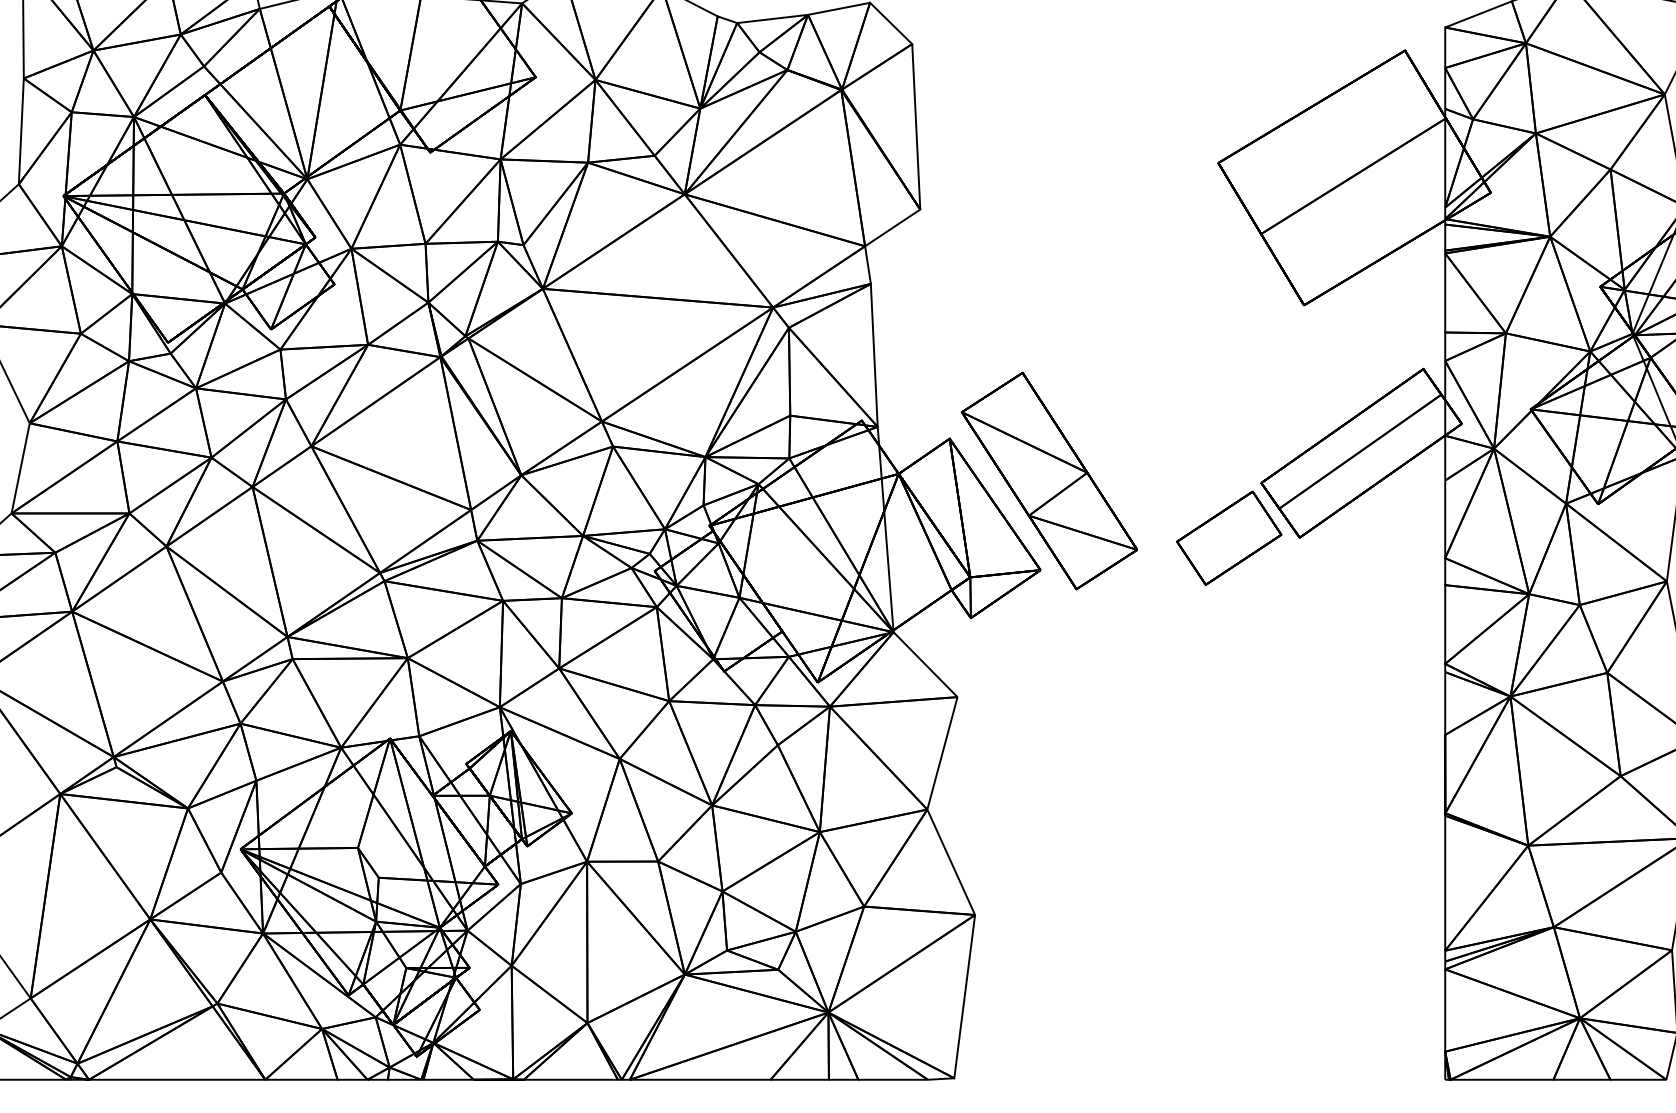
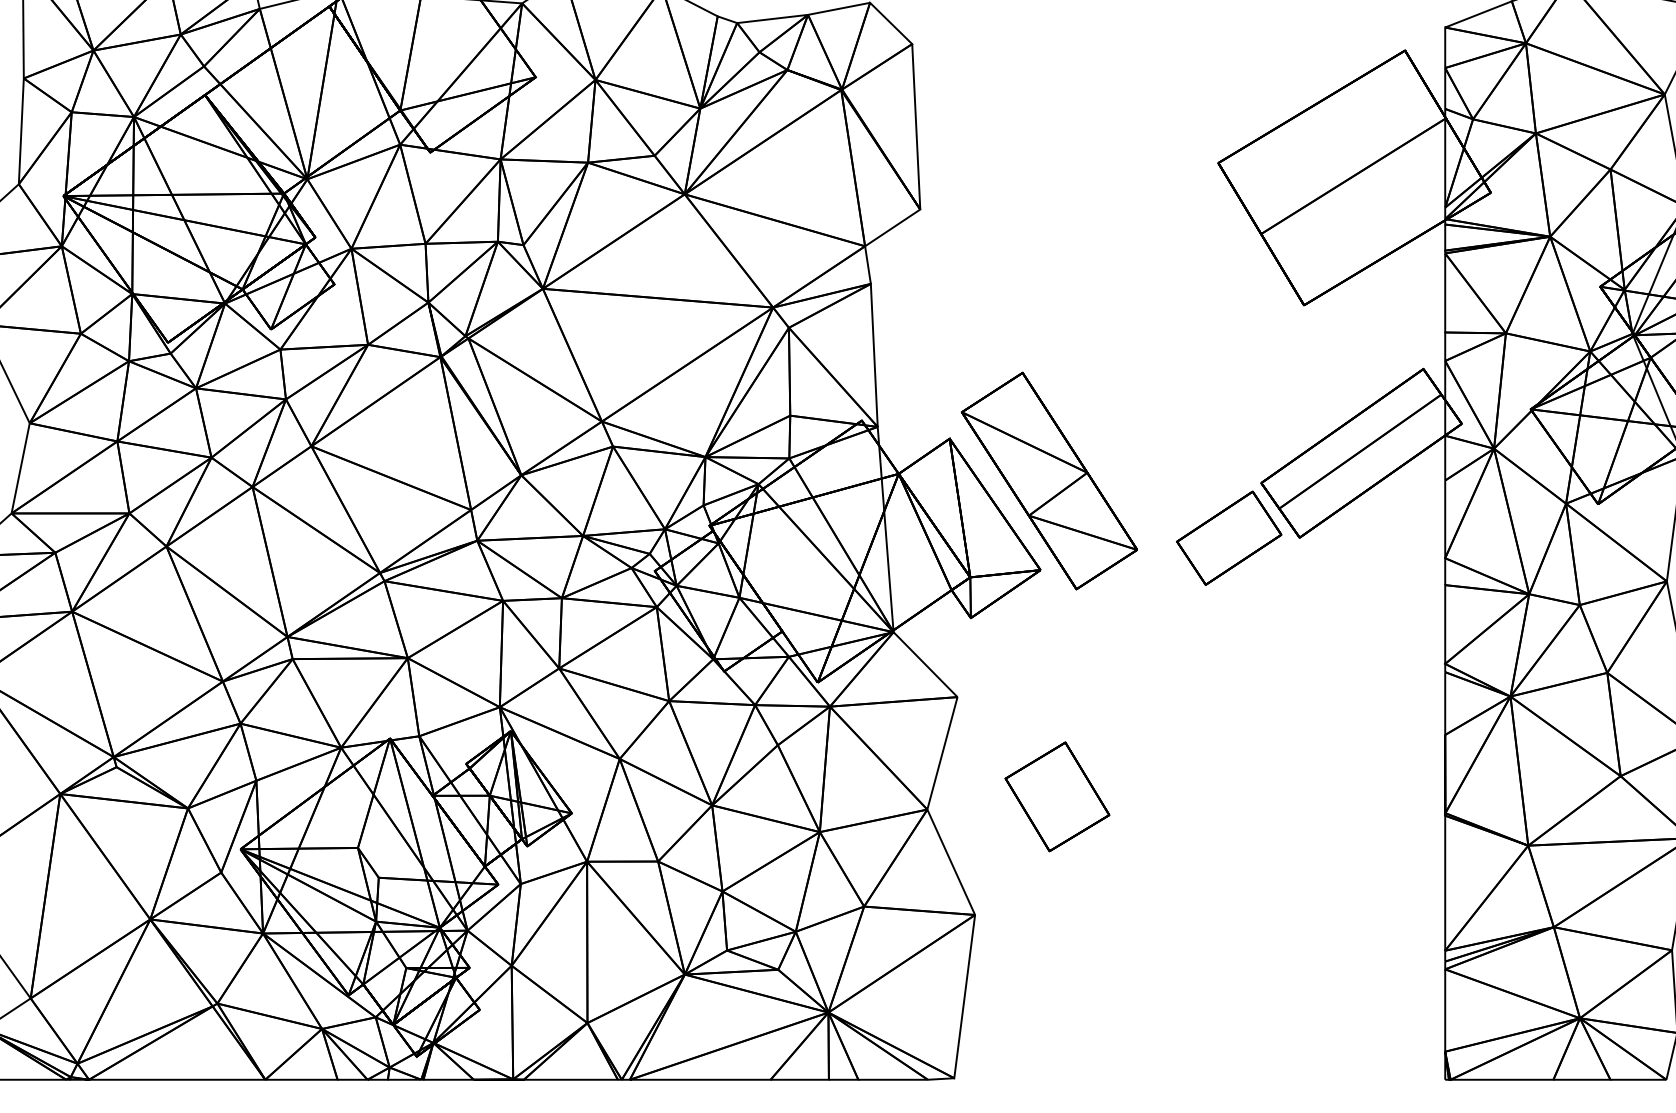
part at (1057, 796): none -> present
